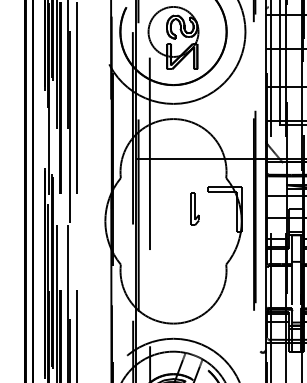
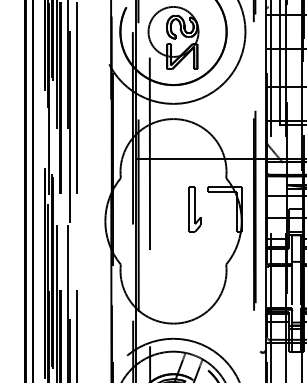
part at (194, 208) size: 10x34 px -> 14x47 px
